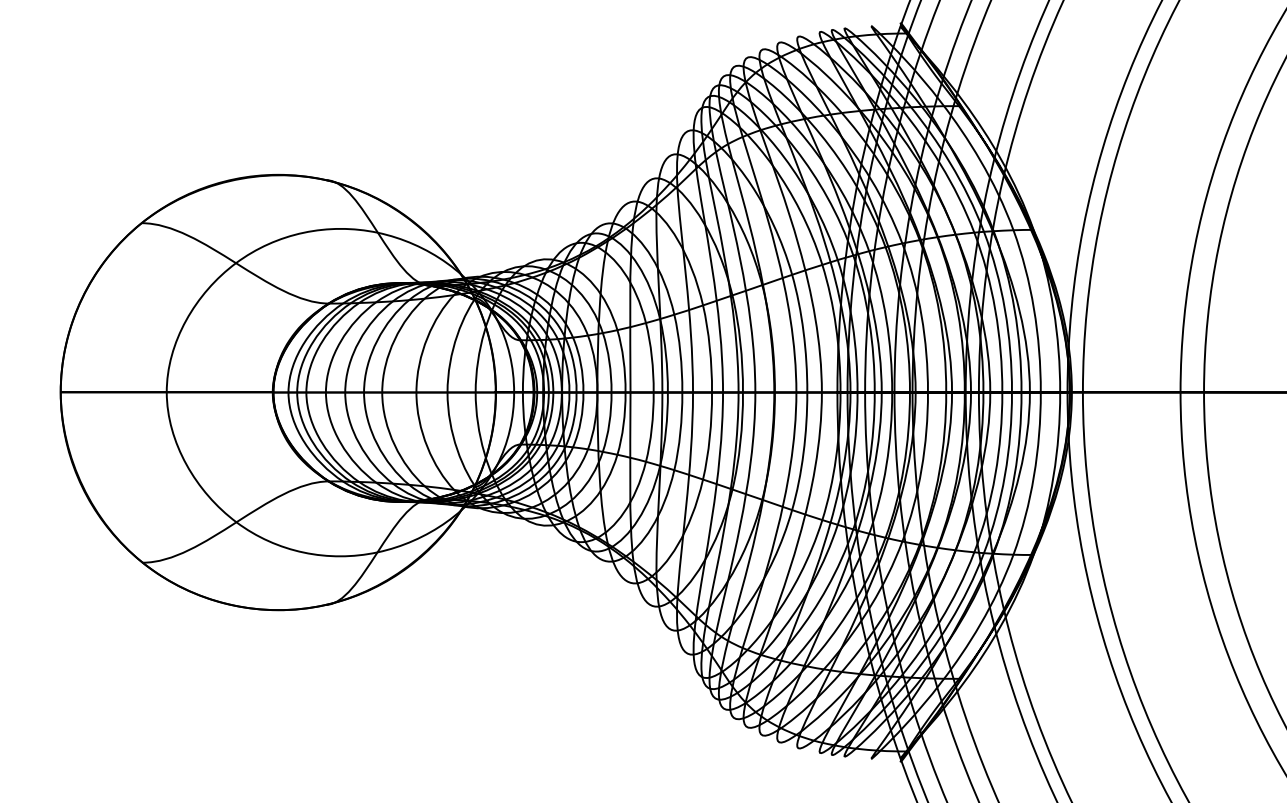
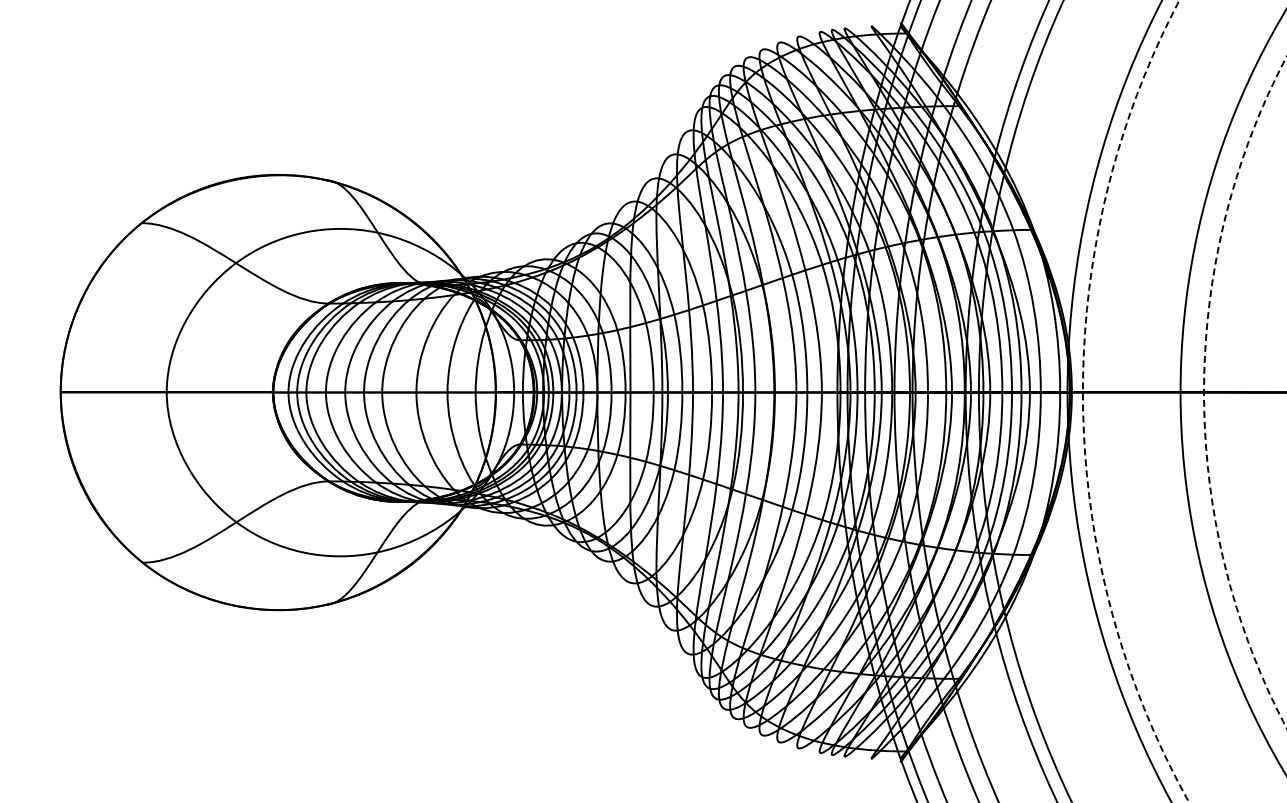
circle at (1245, 392): solid -> dashed
arc at (1083, 402): solid -> dashed
